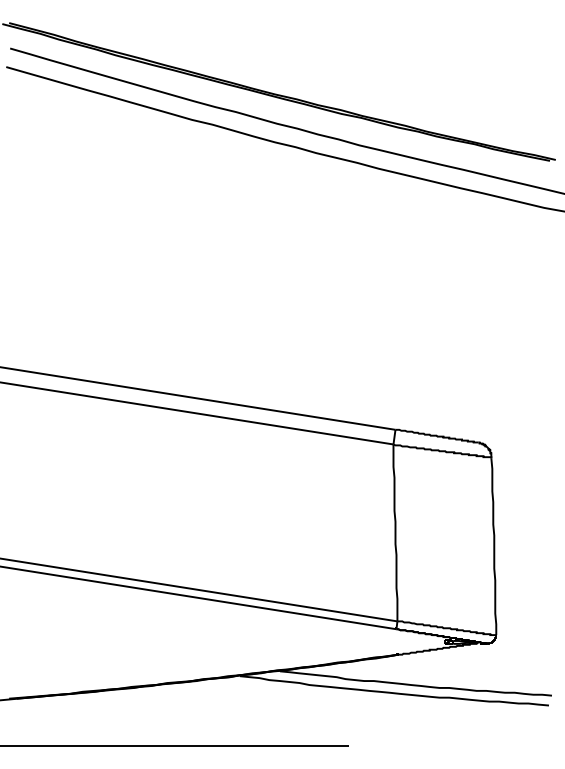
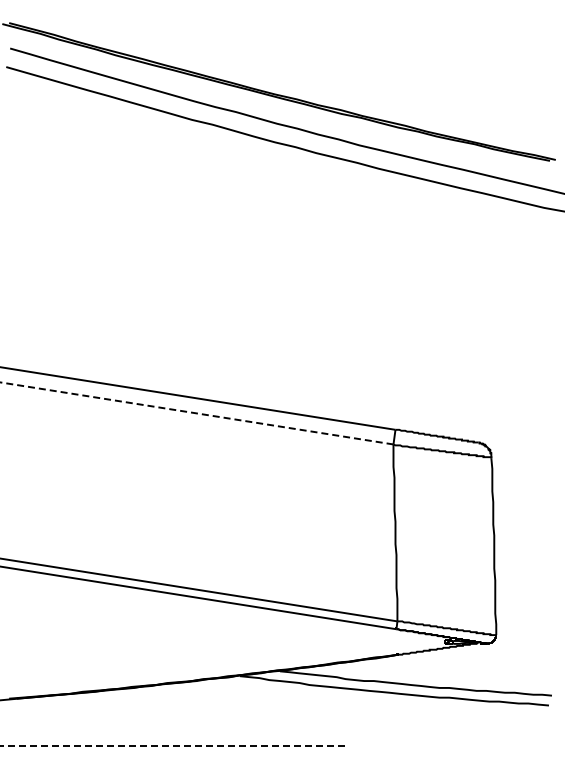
line at (197, 413): solid -> dashed
line at (175, 745): solid -> dashed
